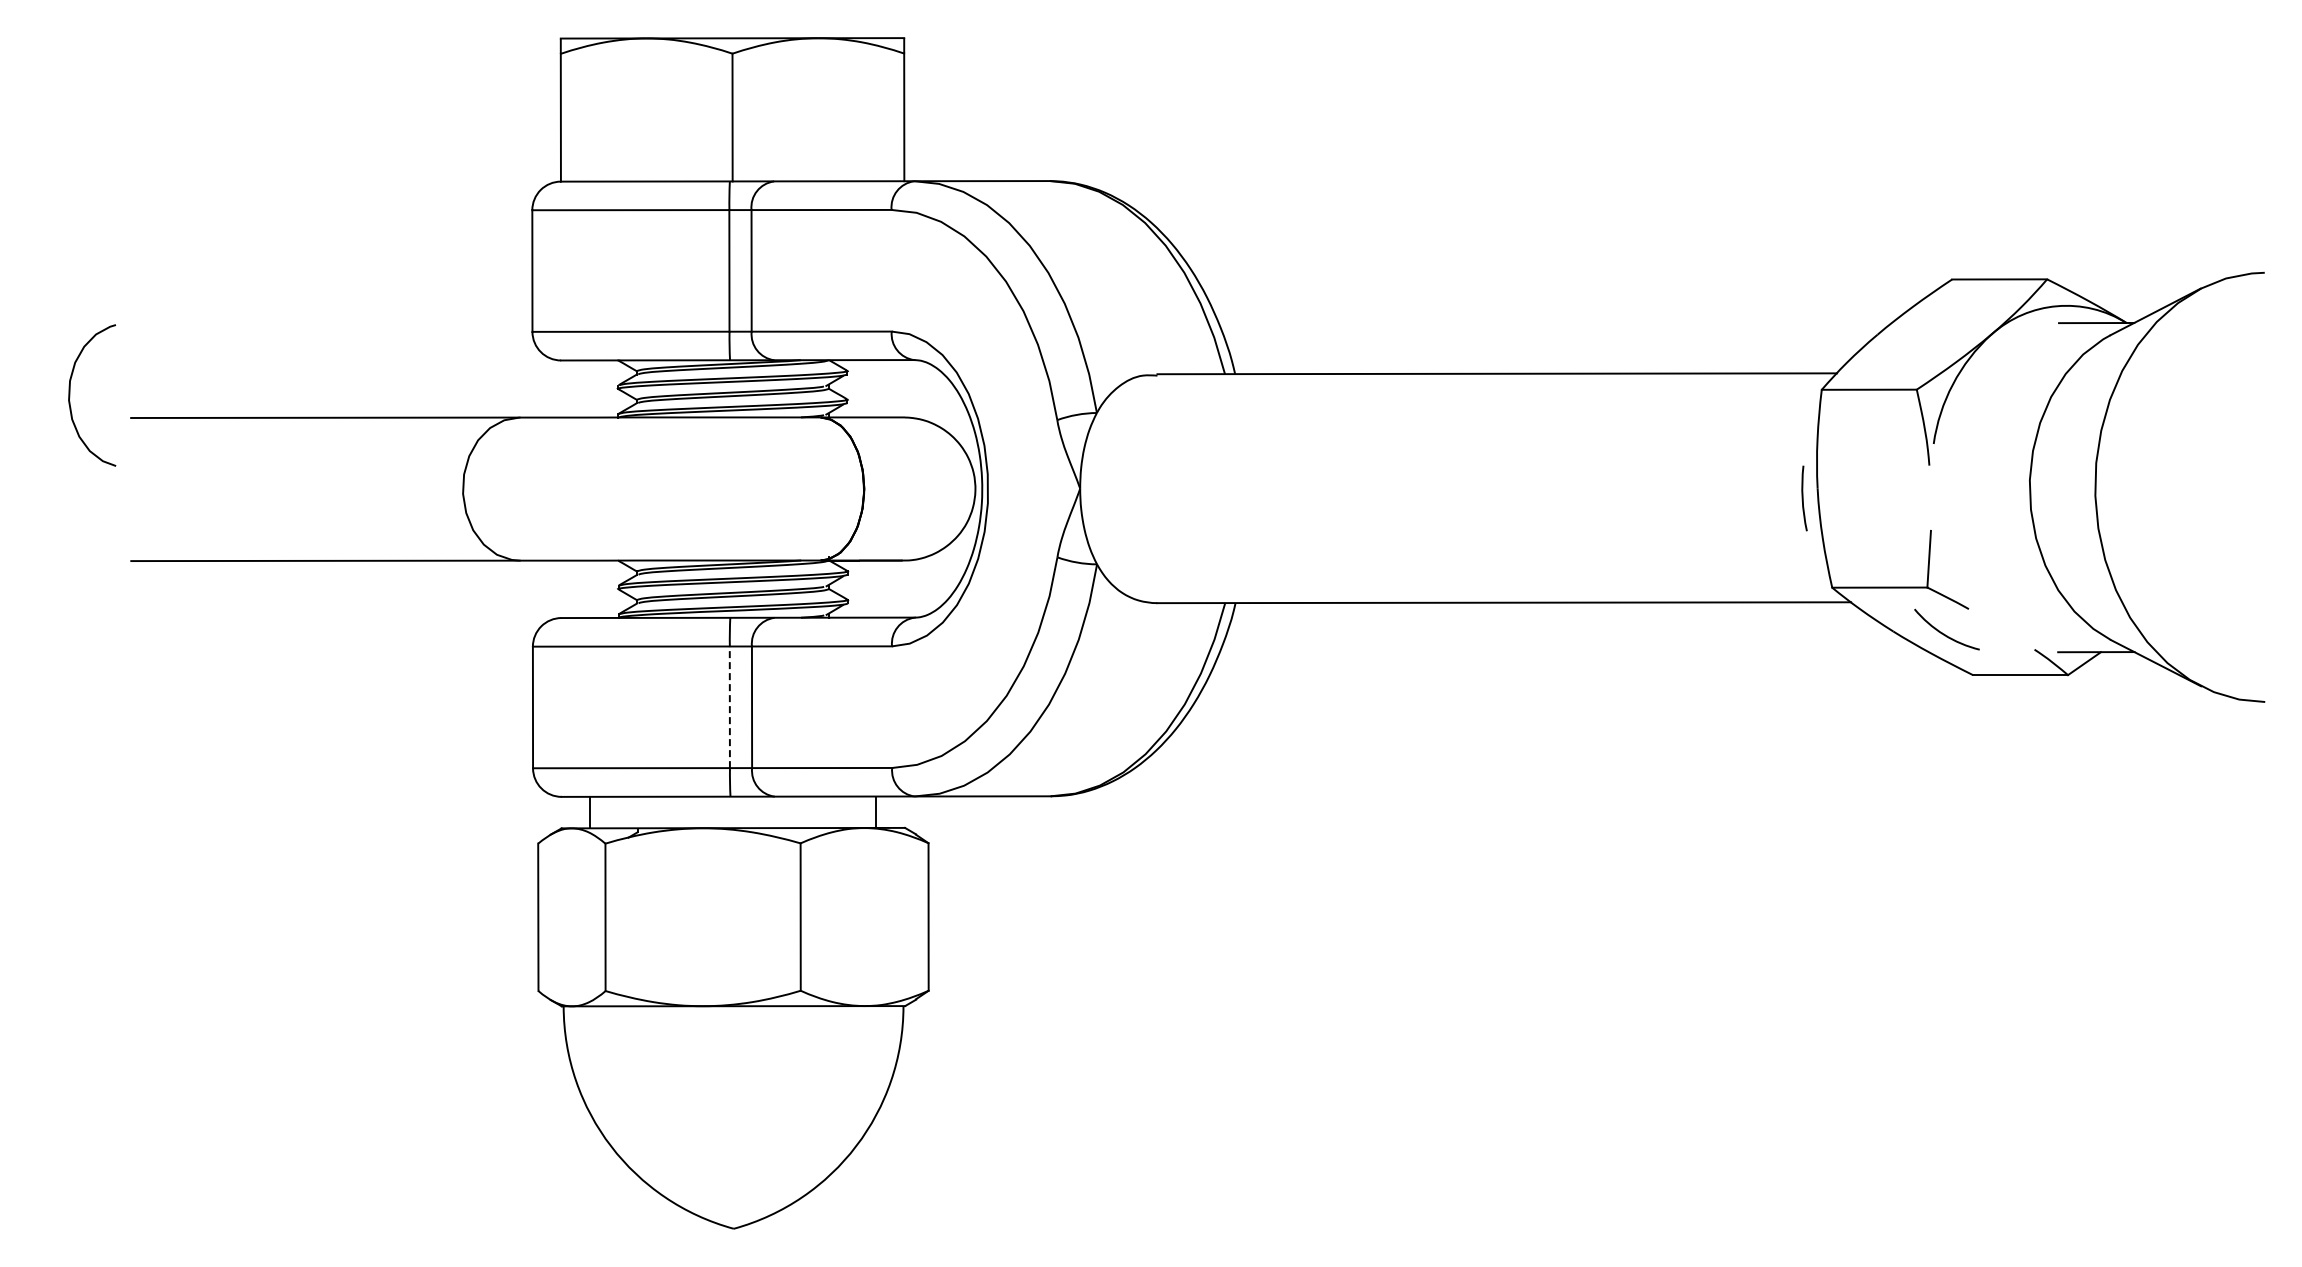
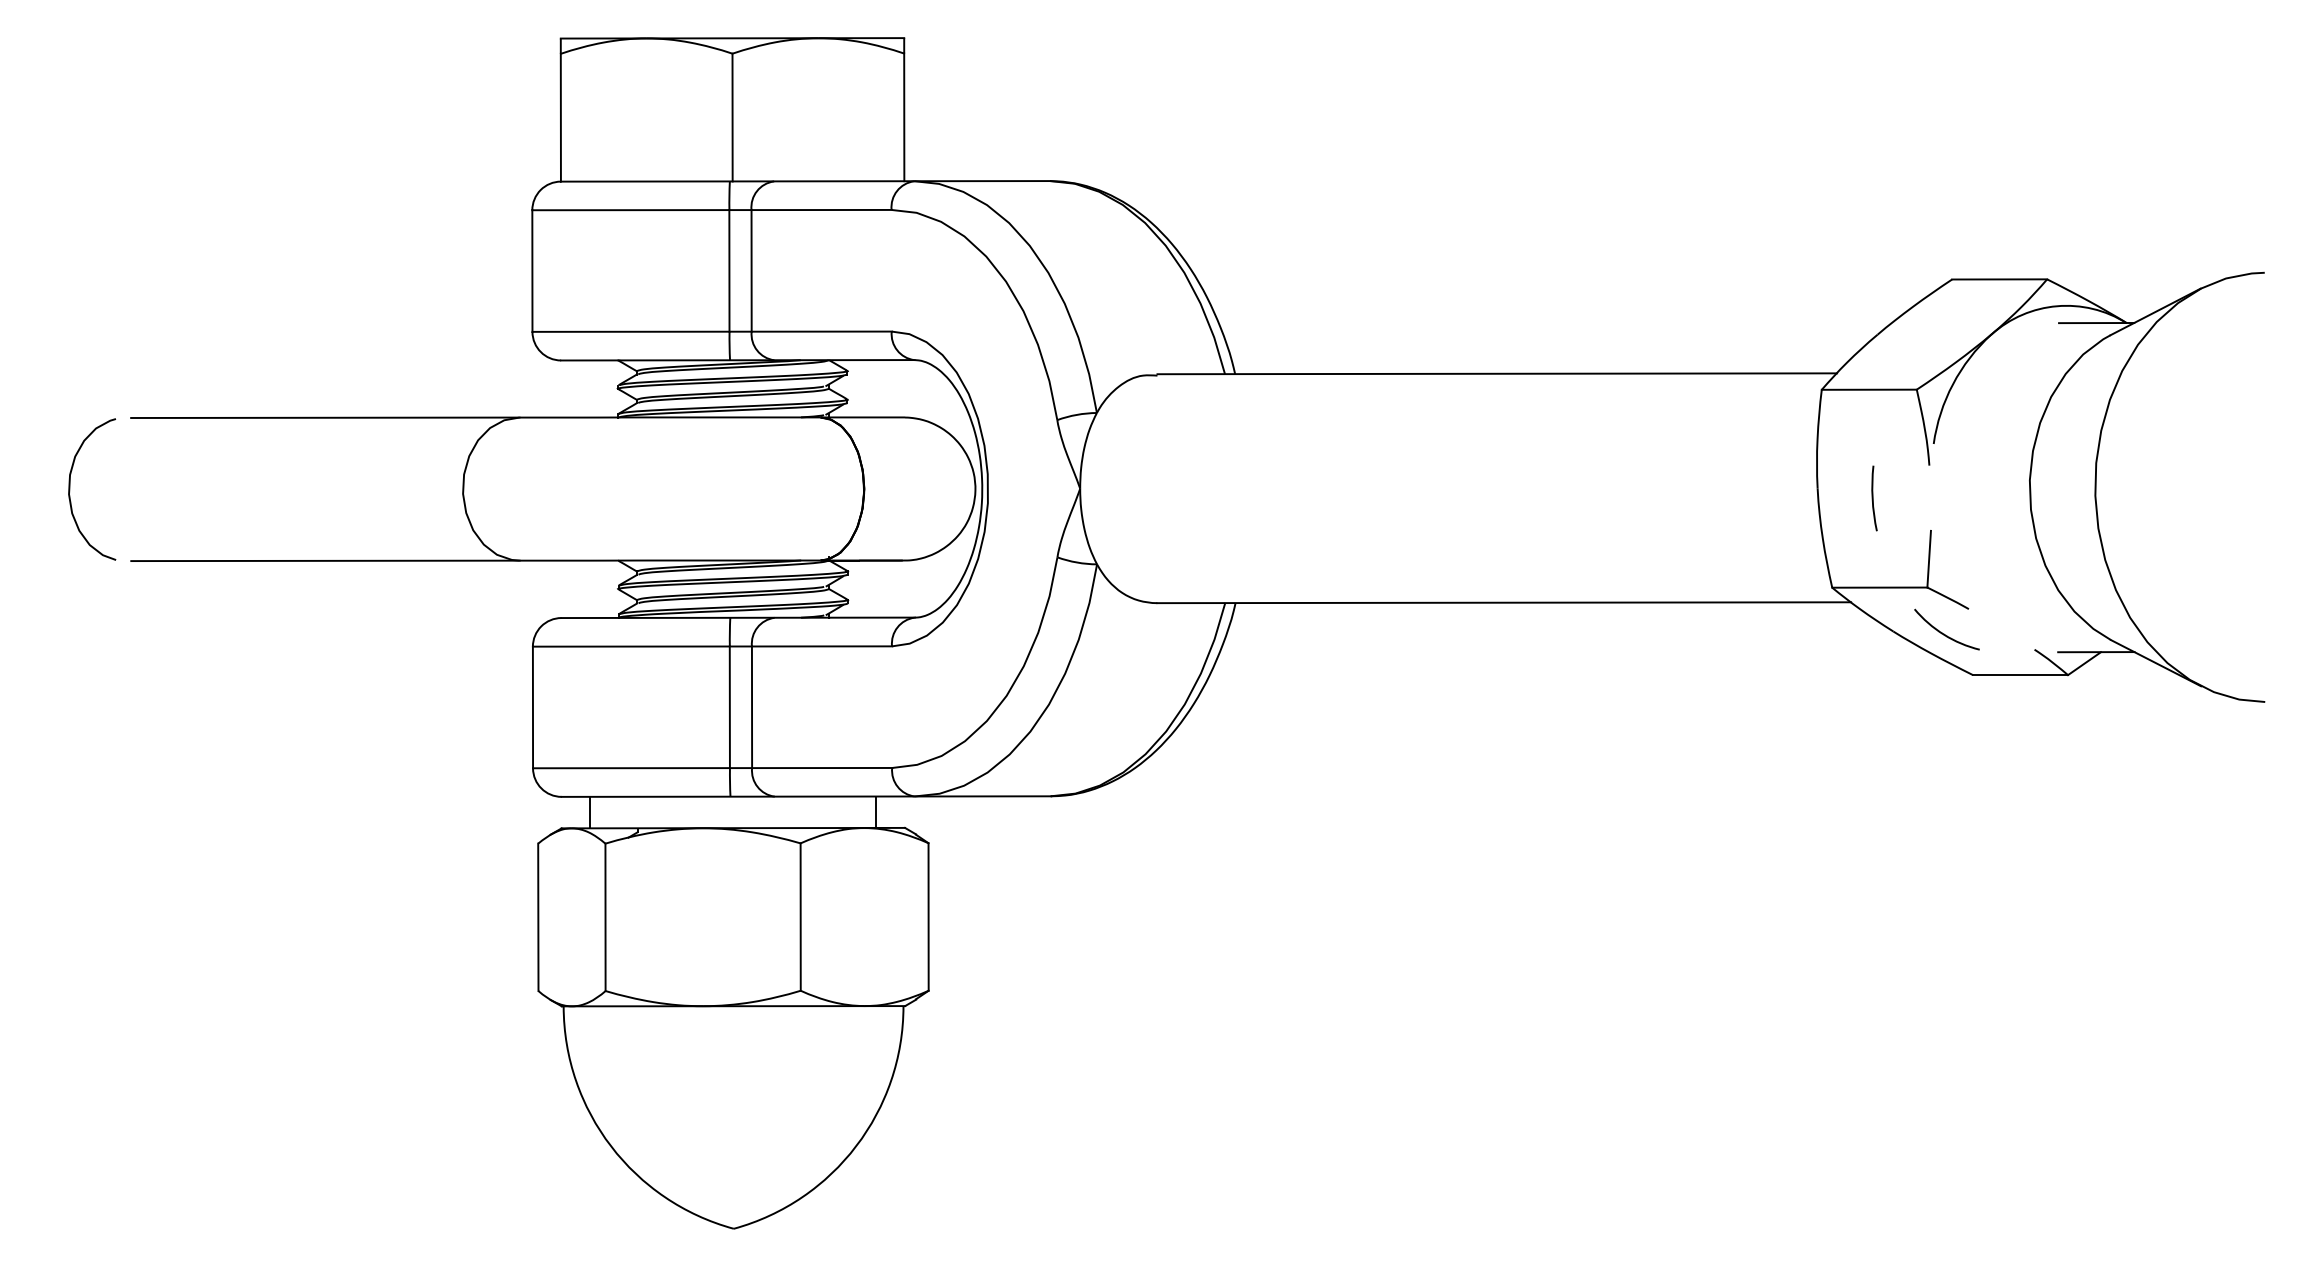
curve at (70, 395) position: (70, 395) -> (70, 489)
arc at (1803, 498) position: (1803, 498) -> (1873, 498)
line at (729, 707): dashed -> solid
